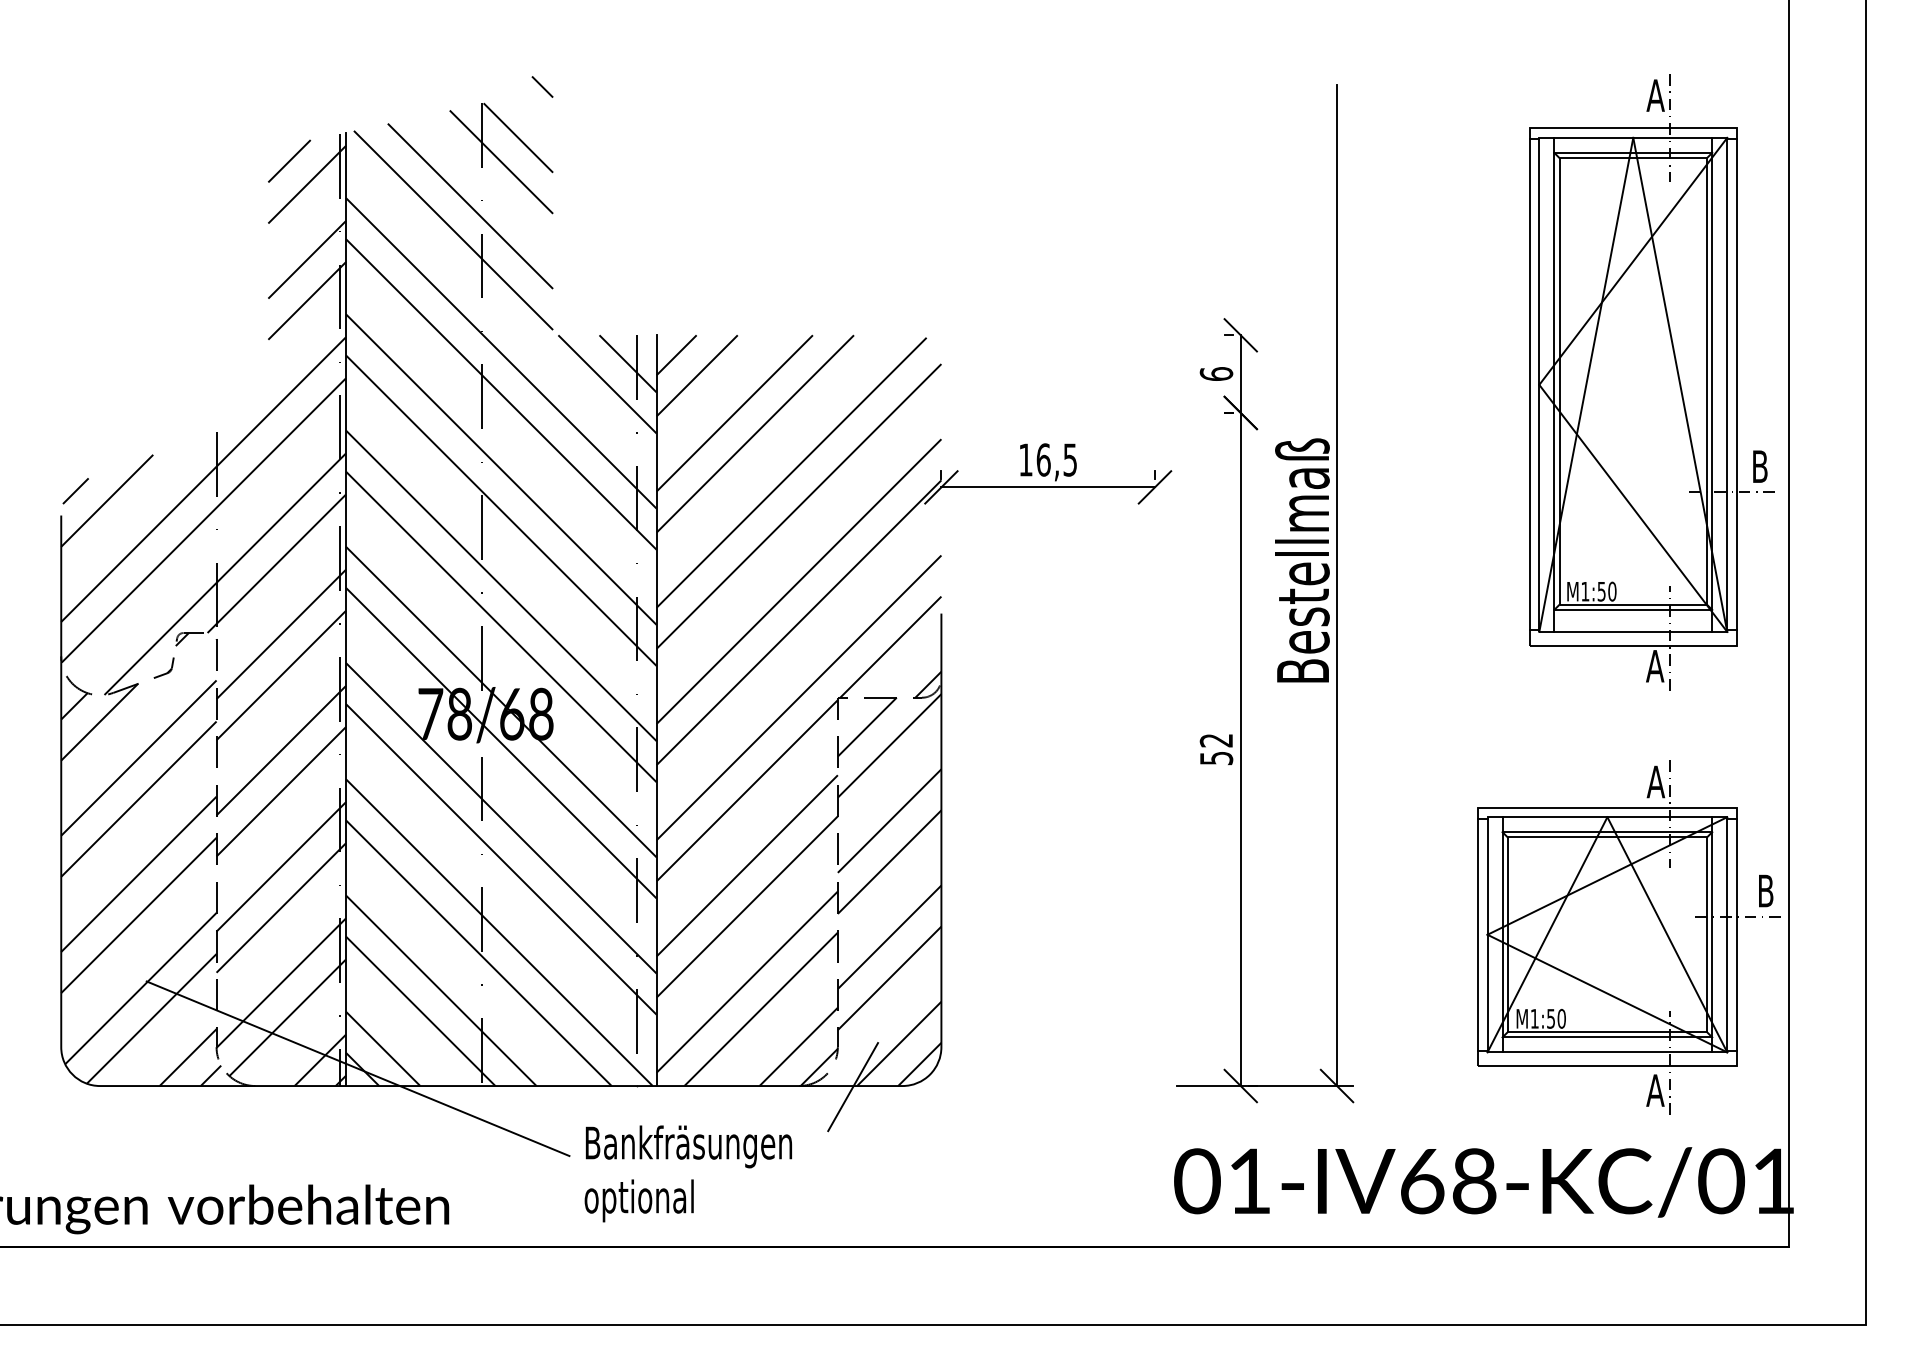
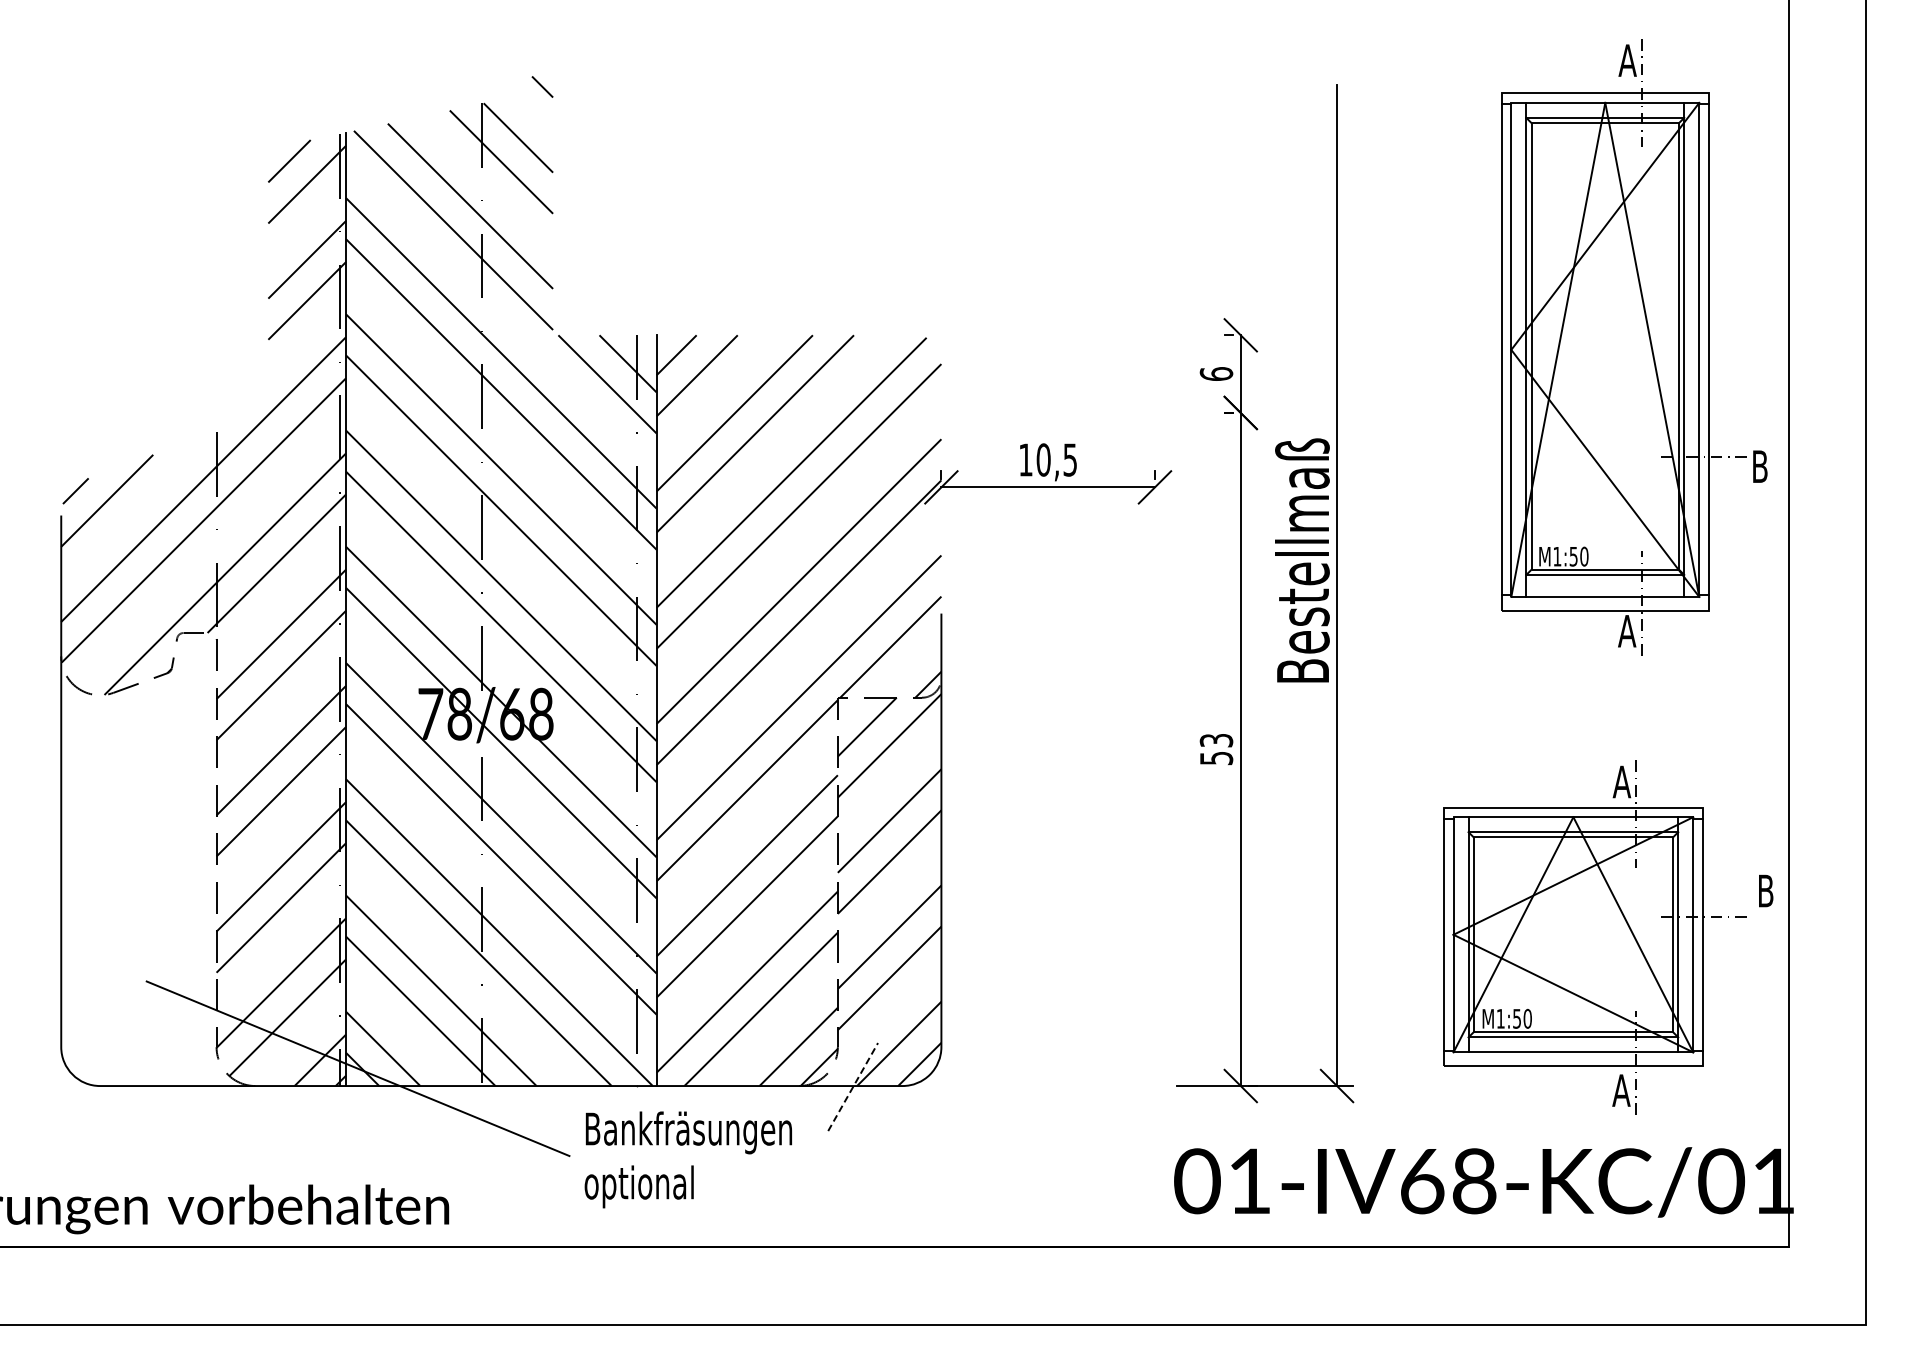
part at (1651, 382) position: (1651, 382) -> (1623, 347)
text at (1043, 459): 16,5 -> 10,5
text at (1216, 740): 52 -> 53
hatch at (141, 859): present -> none
part at (1628, 937) position: (1628, 937) -> (1594, 937)
line at (853, 1087): solid -> dashed
text at (687, 1173) position: (687, 1173) -> (687, 1159)
